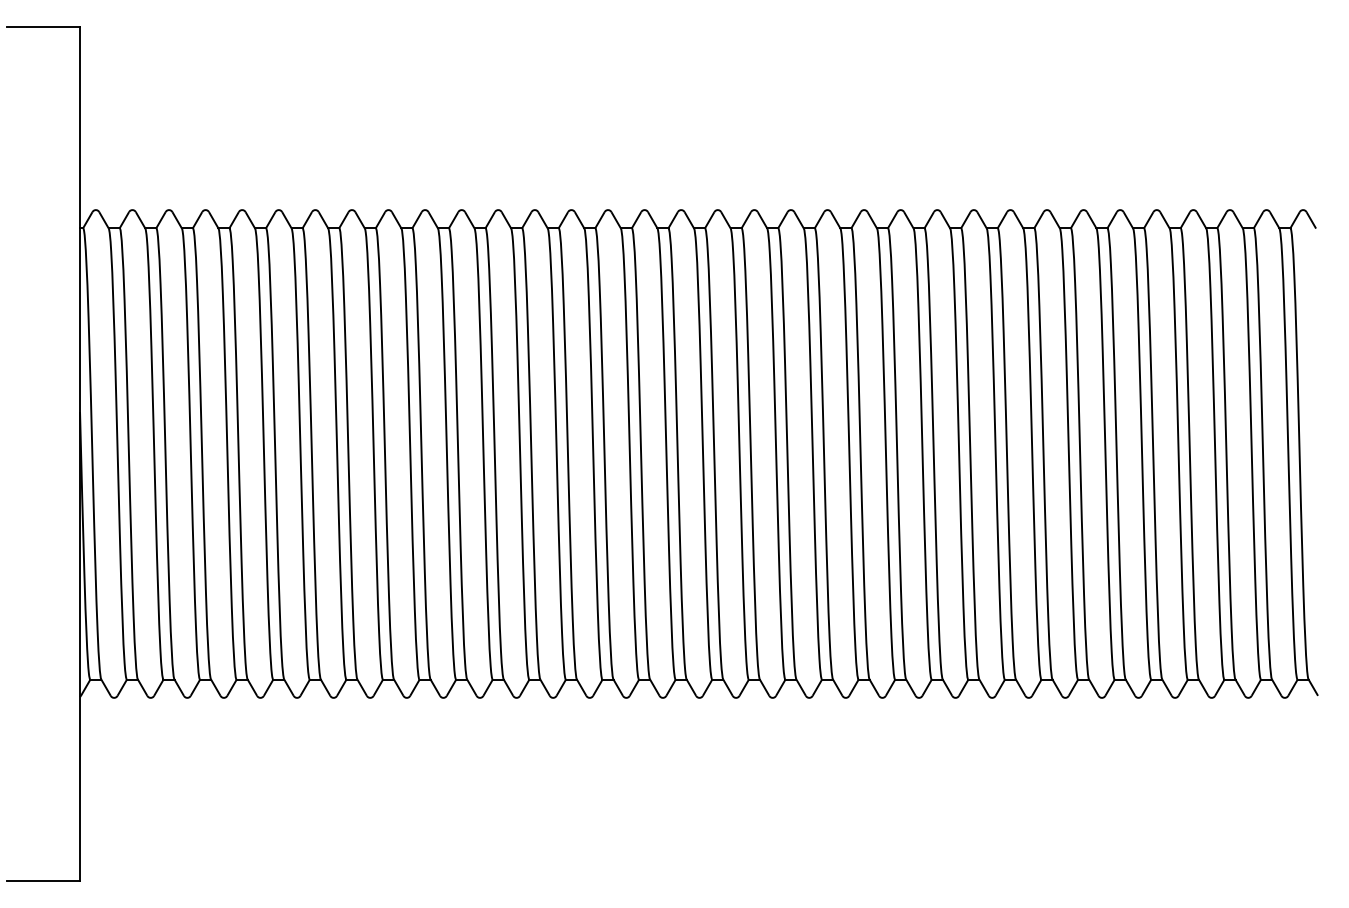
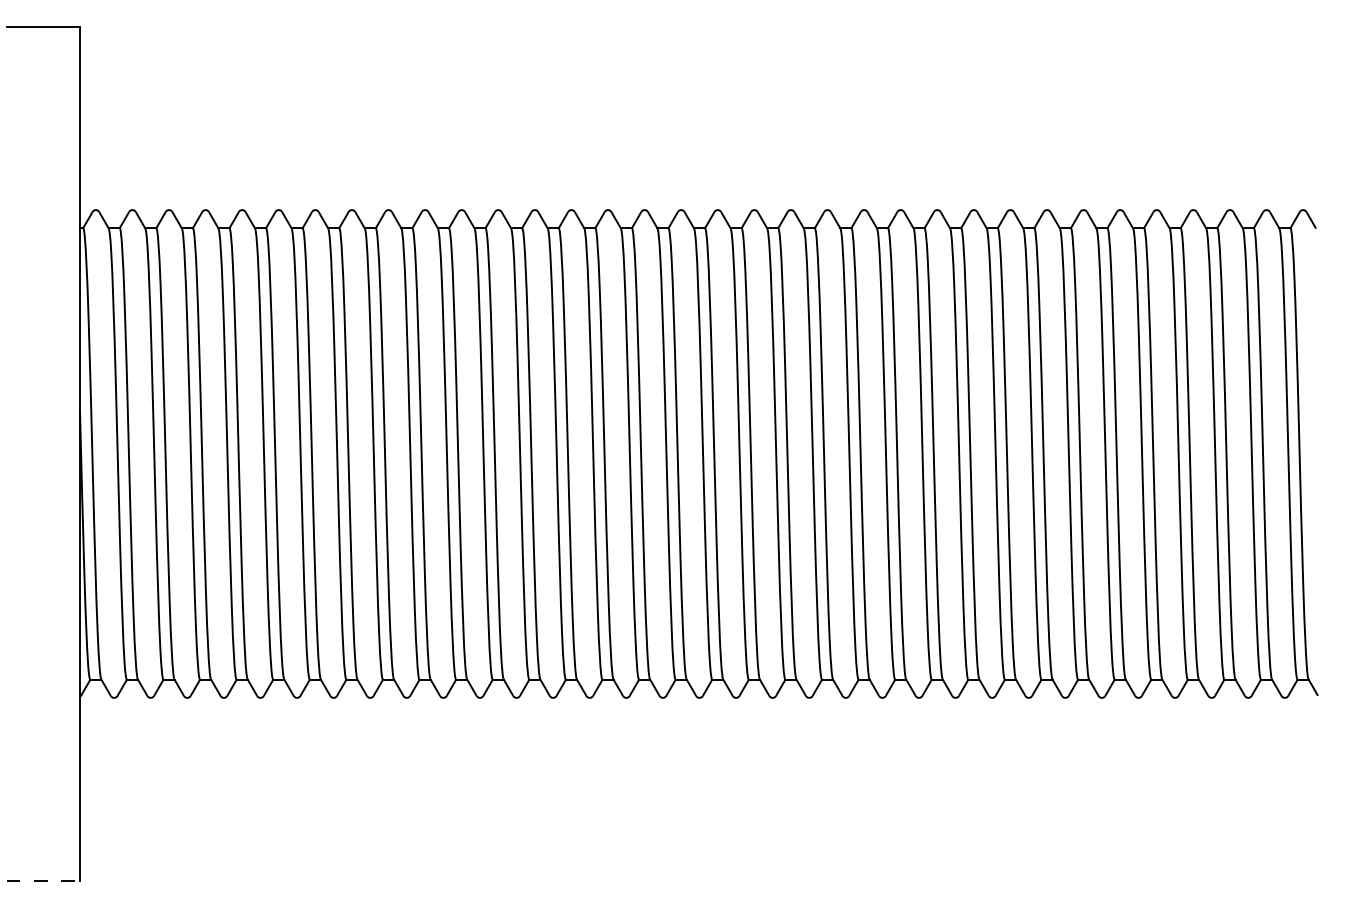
line at (43, 880): solid -> dashed
